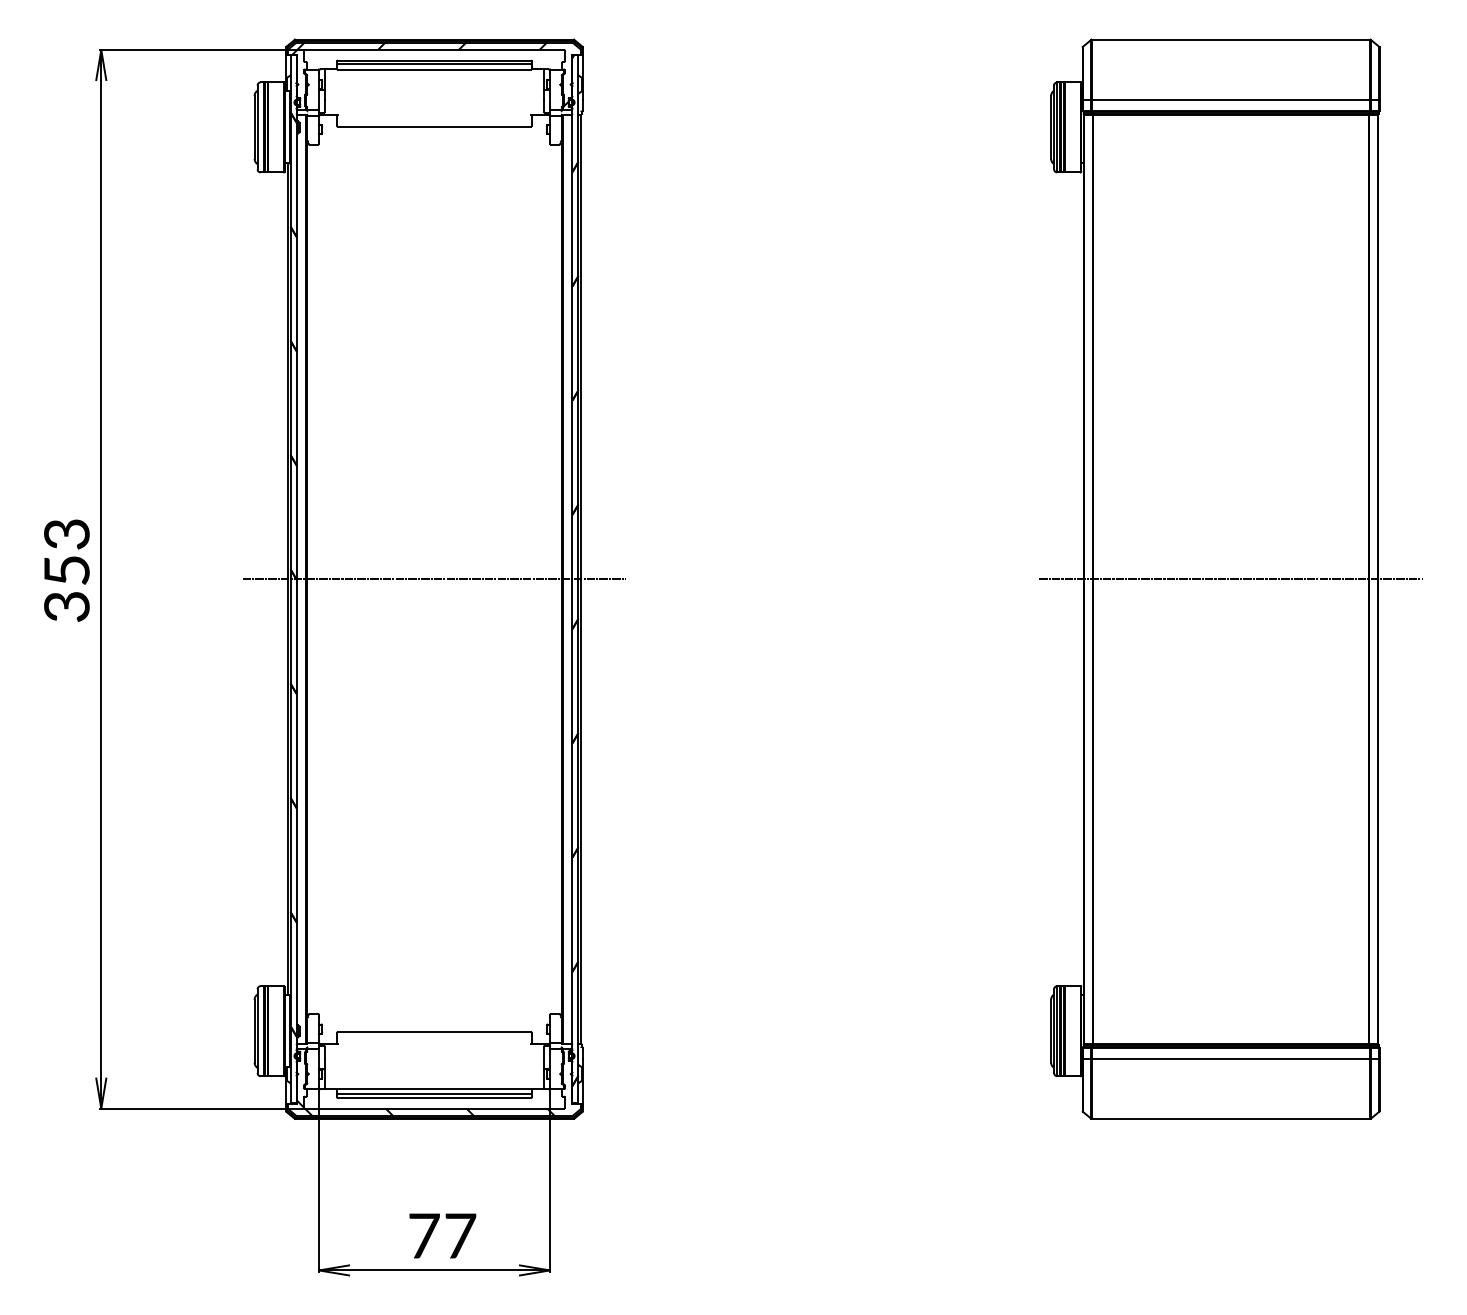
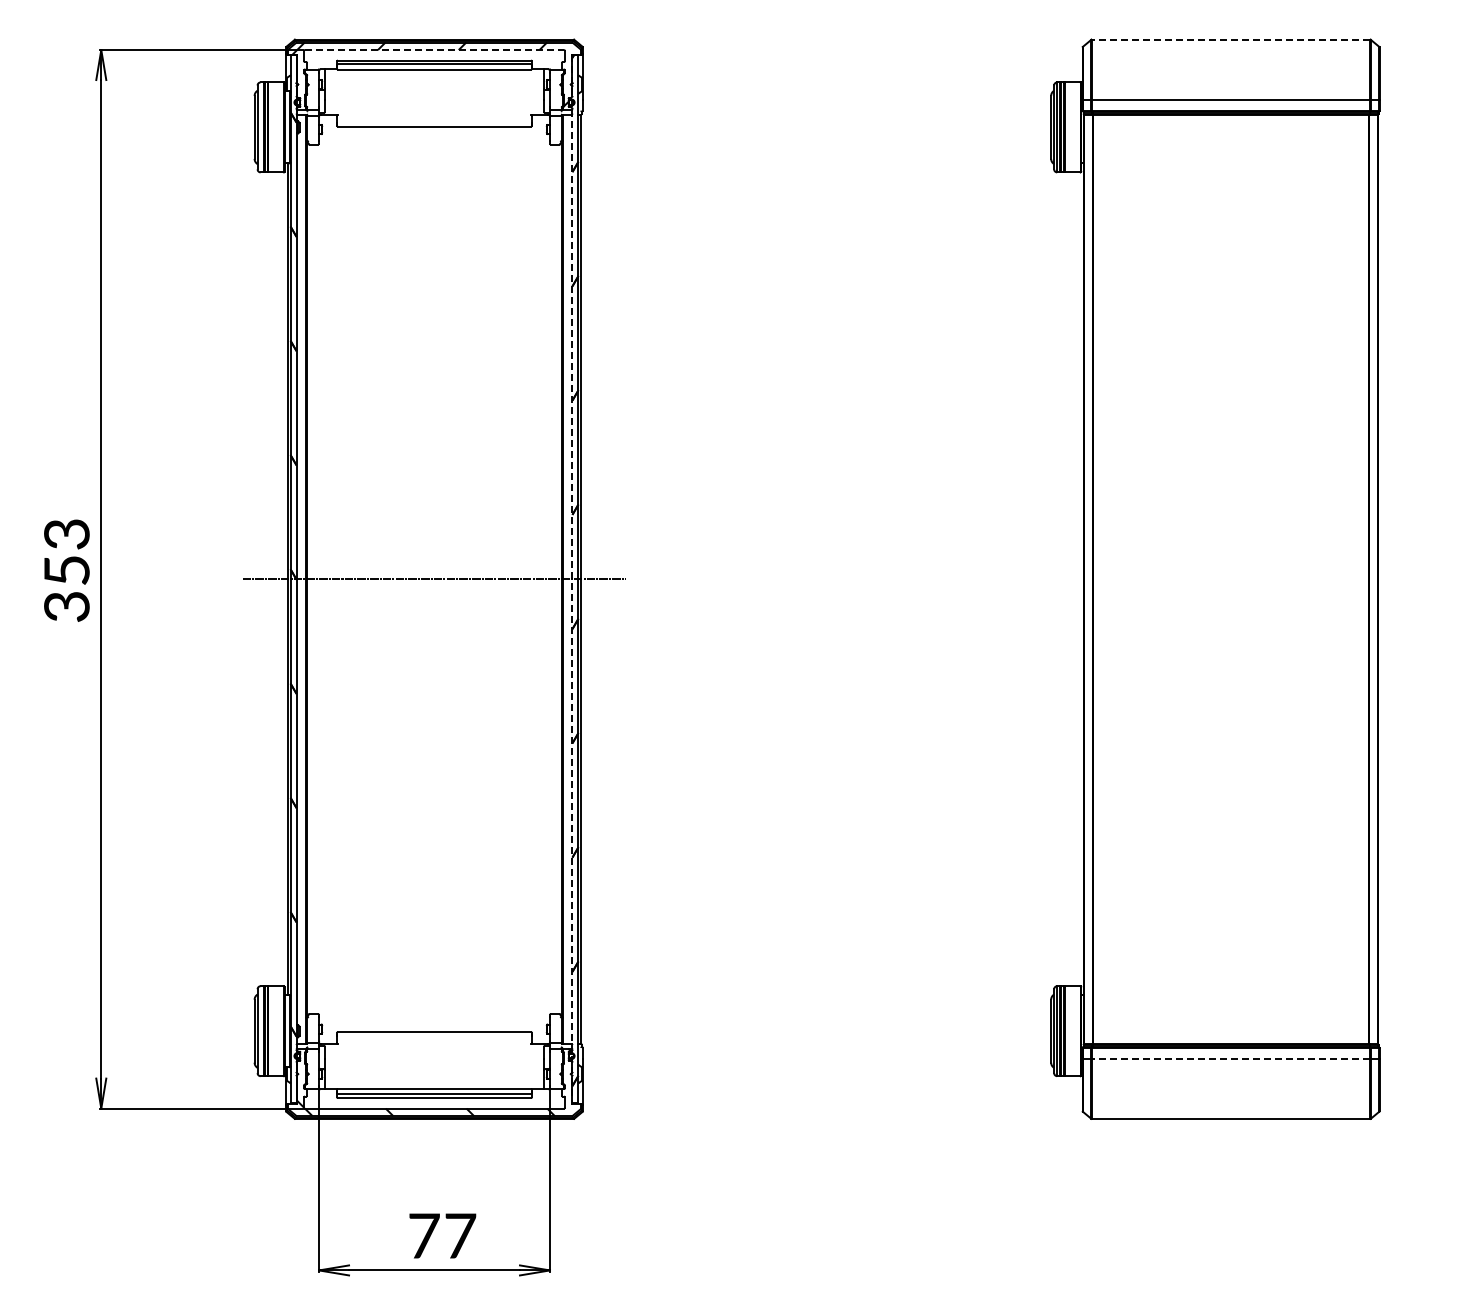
line at (1230, 39): solid -> dashed
line at (434, 50): solid -> dashed
line at (572, 579): solid -> dashed
line at (1230, 579): present -> none
line at (1230, 1059): solid -> dashed
